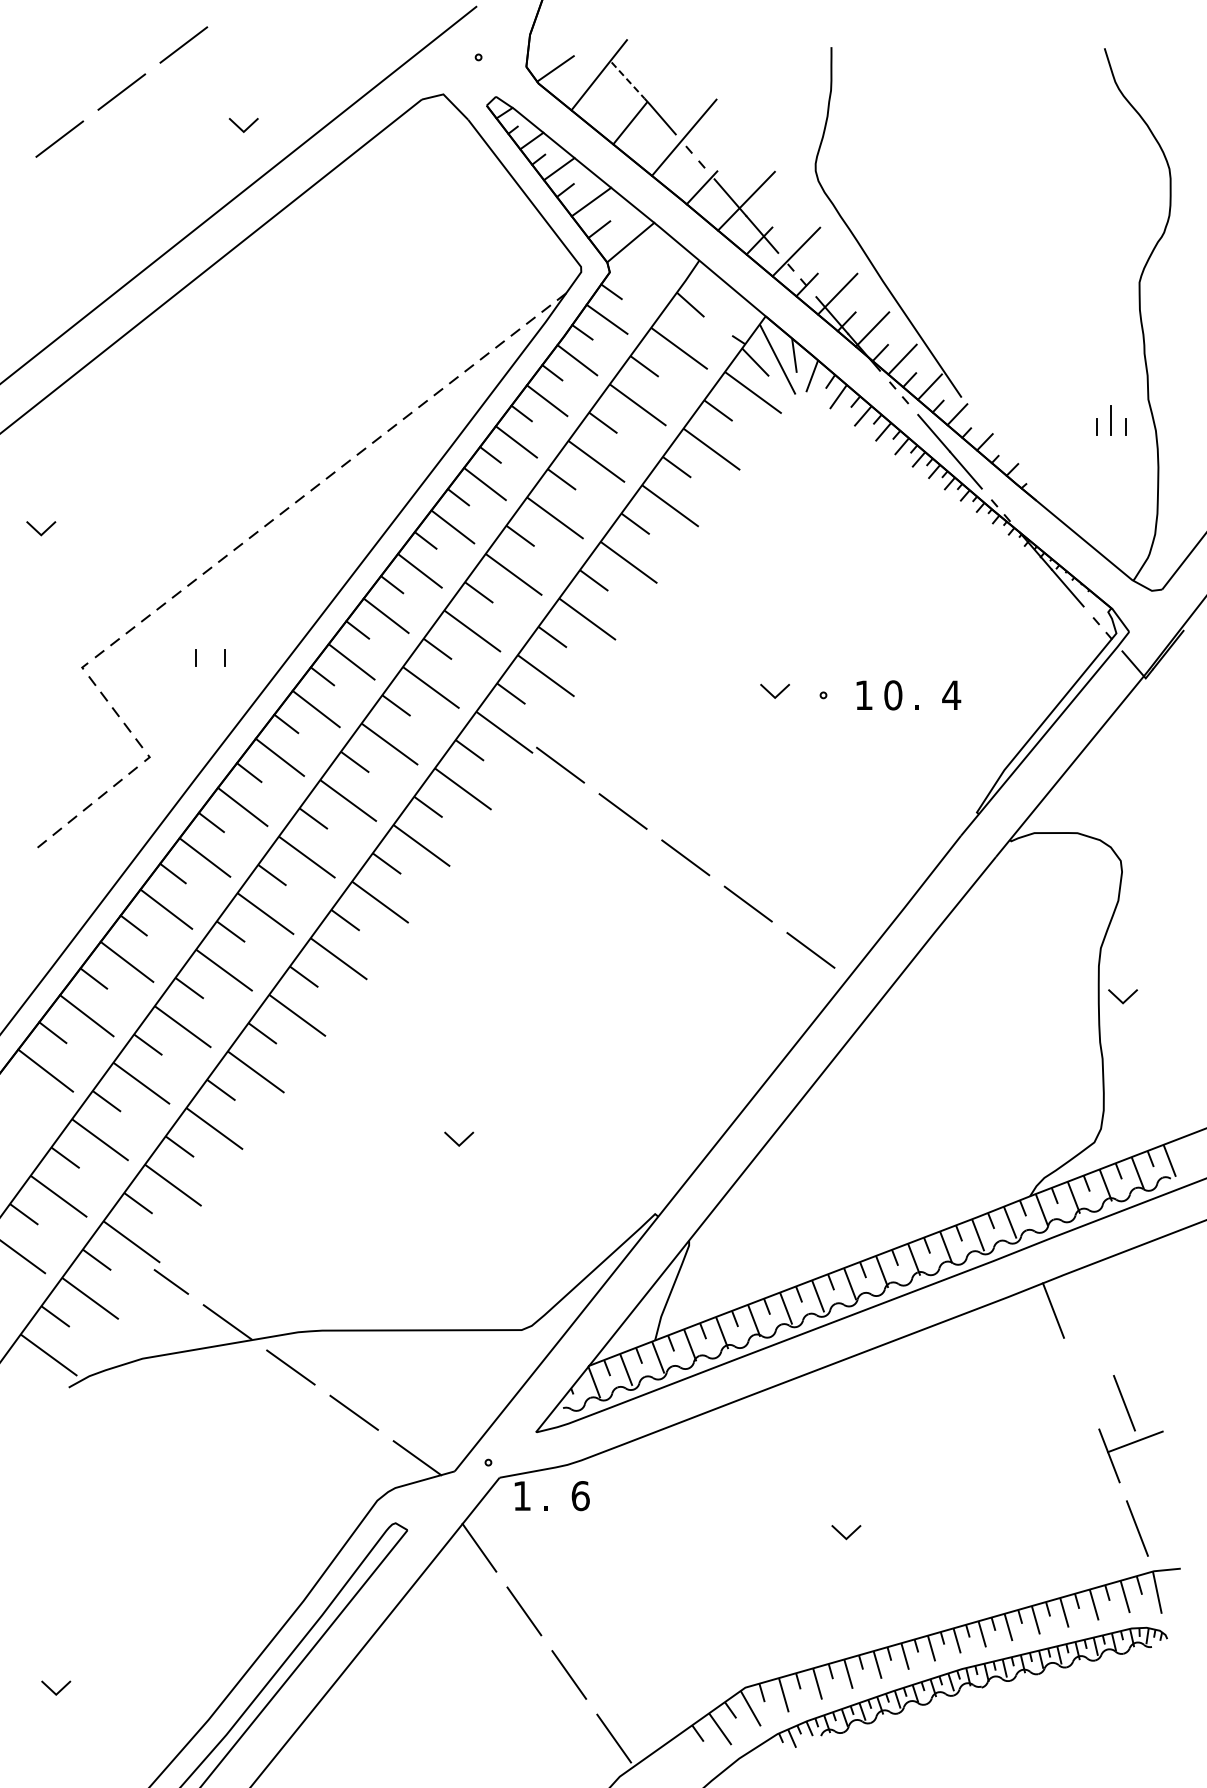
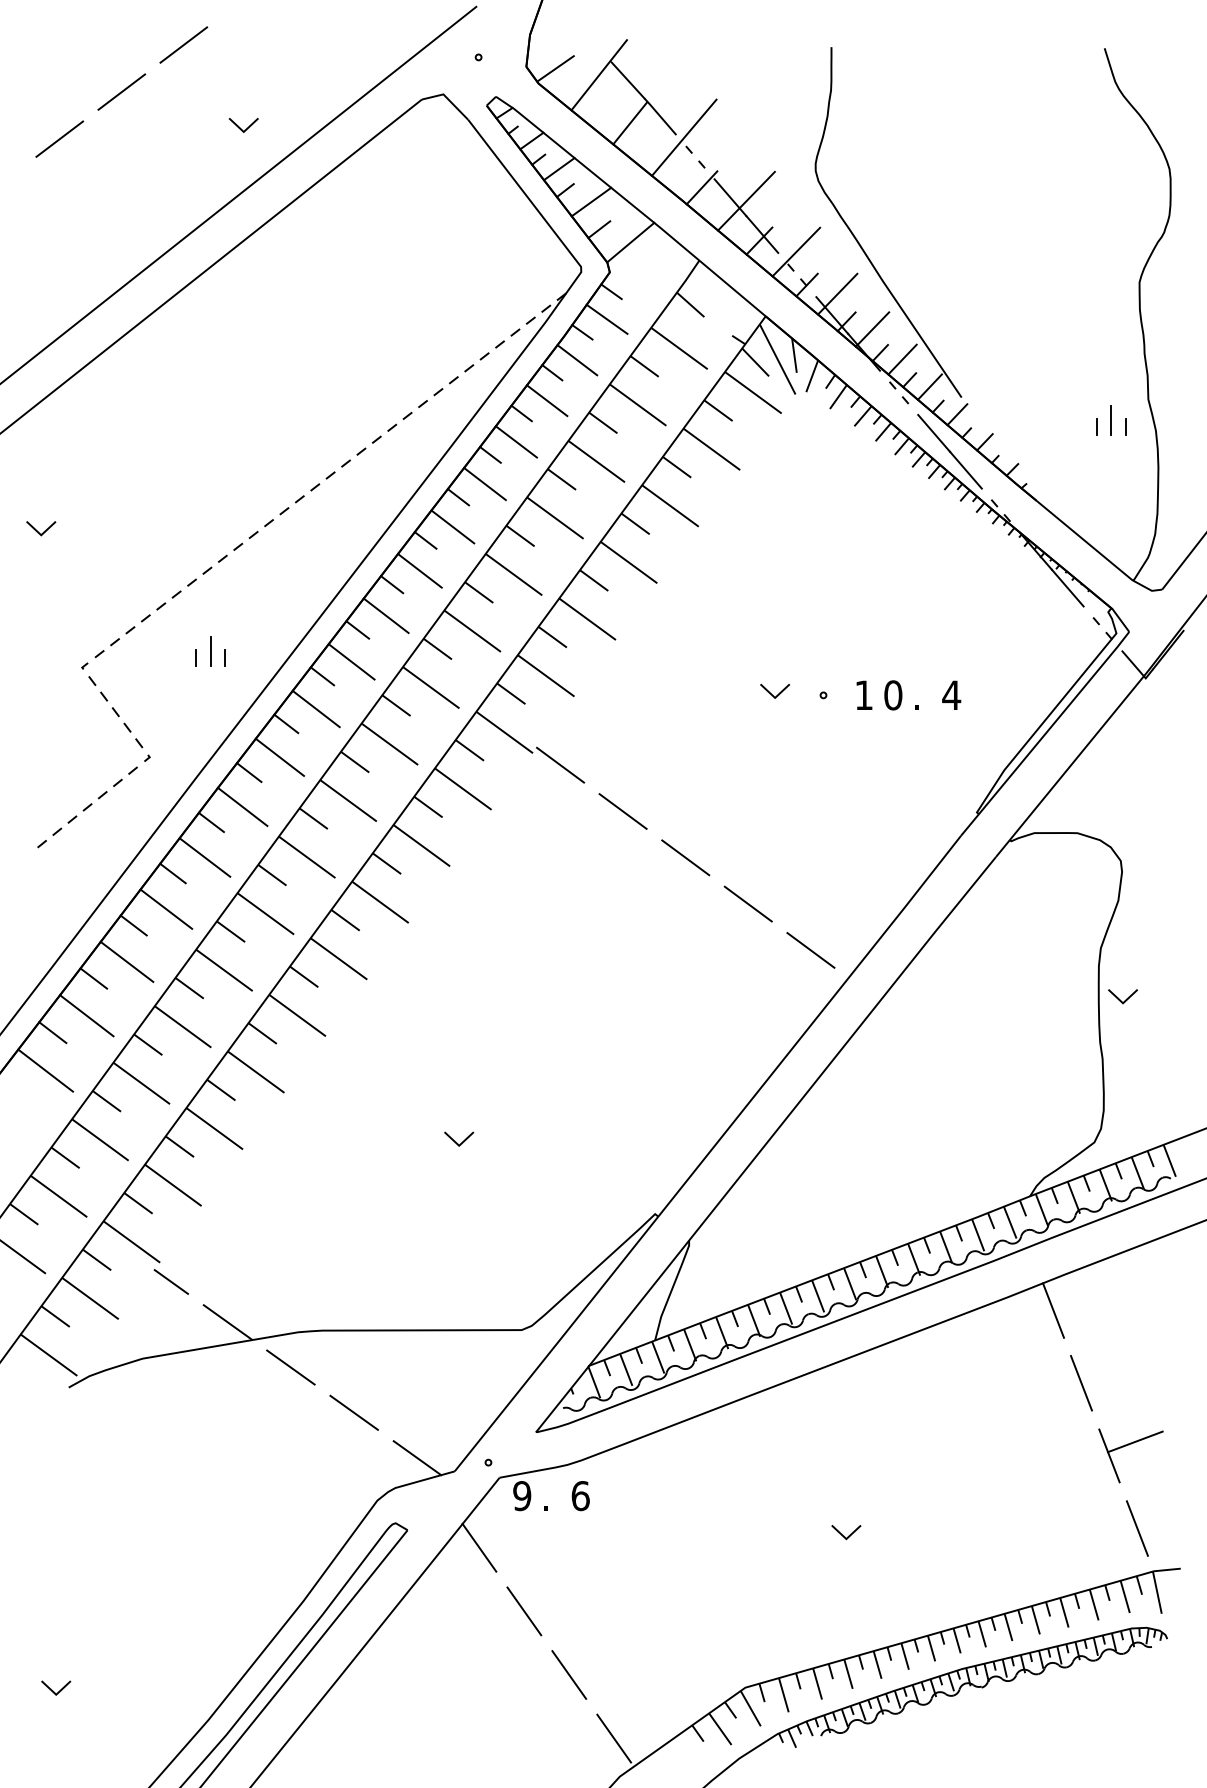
line at (628, 80): dashed -> solid
line at (210, 651): none -> present
line at (1124, 1403) position: (1124, 1403) -> (1081, 1383)
text at (522, 1496): 1 -> 9
